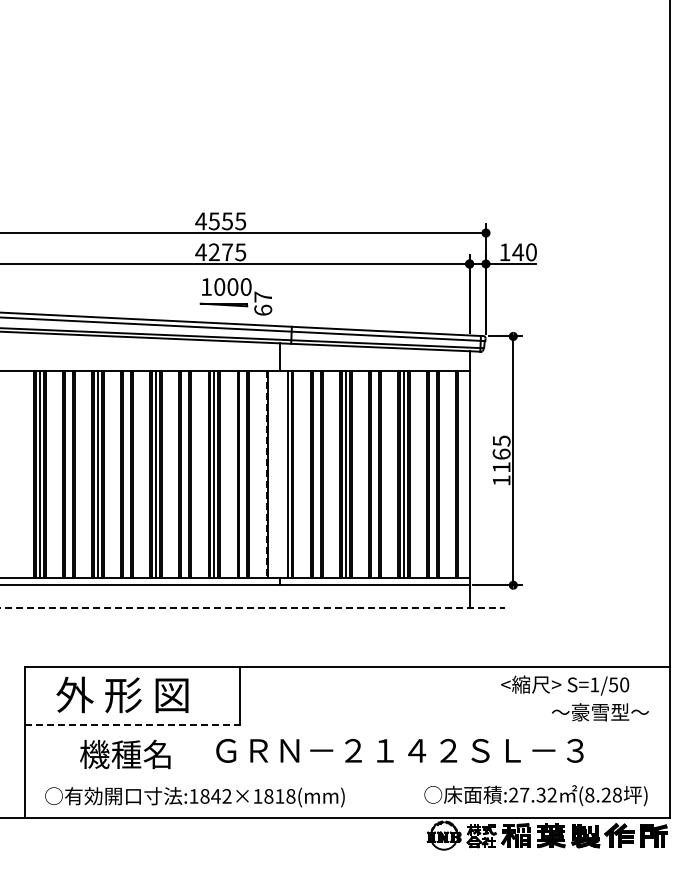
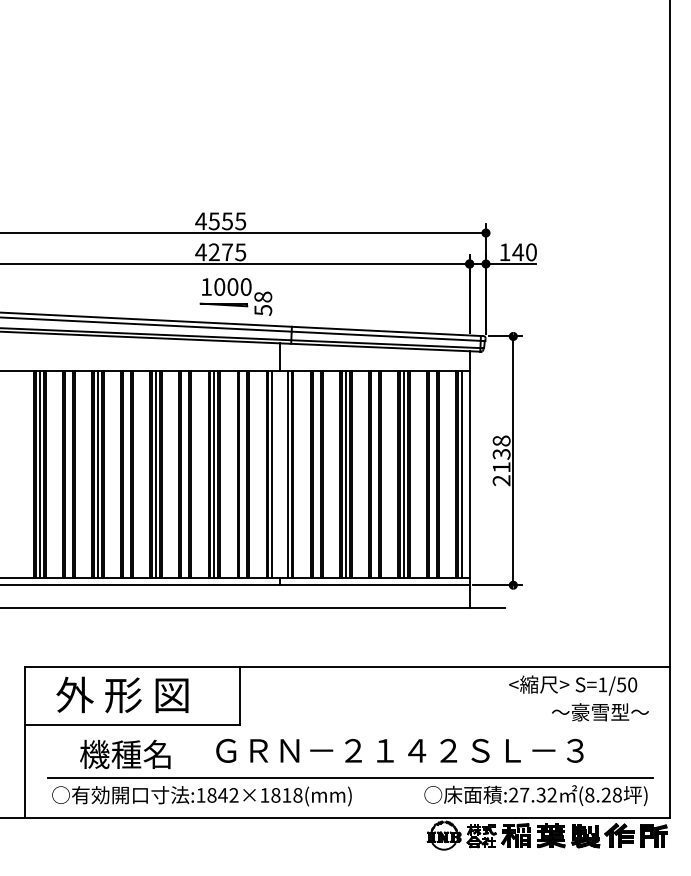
text at (263, 303): 67 -> 58
text at (501, 460): 1165 -> 2138
line at (266, 474): dashed -> solid
line at (272, 474): none -> present
line at (462, 474): none -> present
line at (252, 608): dashed -> solid
text at (565, 685) position: (565, 685) -> (573, 685)
line at (132, 724): dashed -> solid
line at (349, 777): none -> present
text at (194, 797) position: (194, 797) -> (201, 796)
